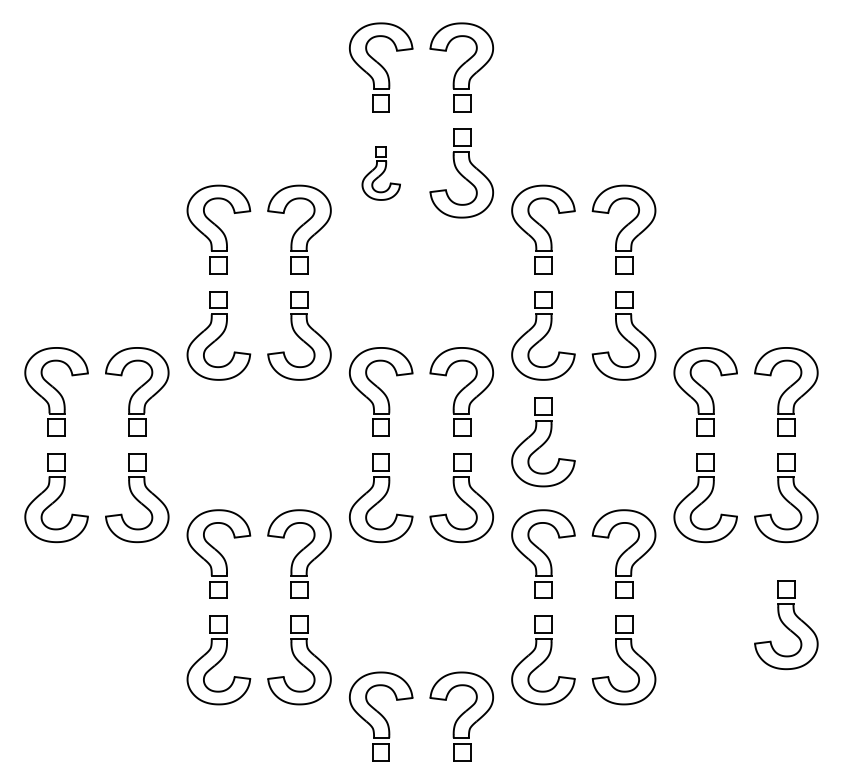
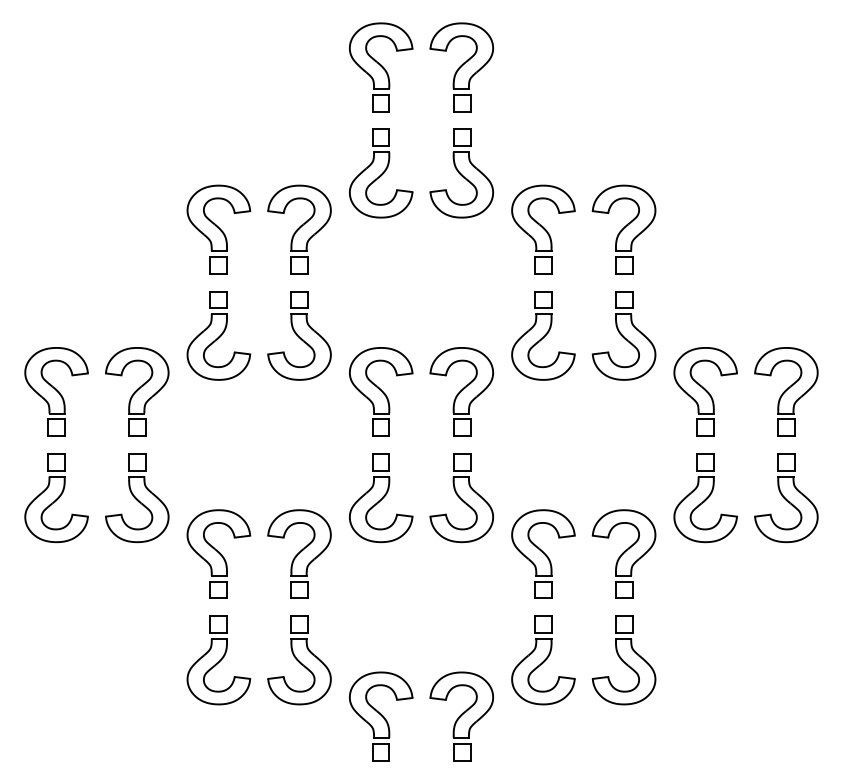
part at (380, 173) size: 40x55 px -> 65x91 px
part at (543, 442): present -> none
part at (786, 625): present -> none
